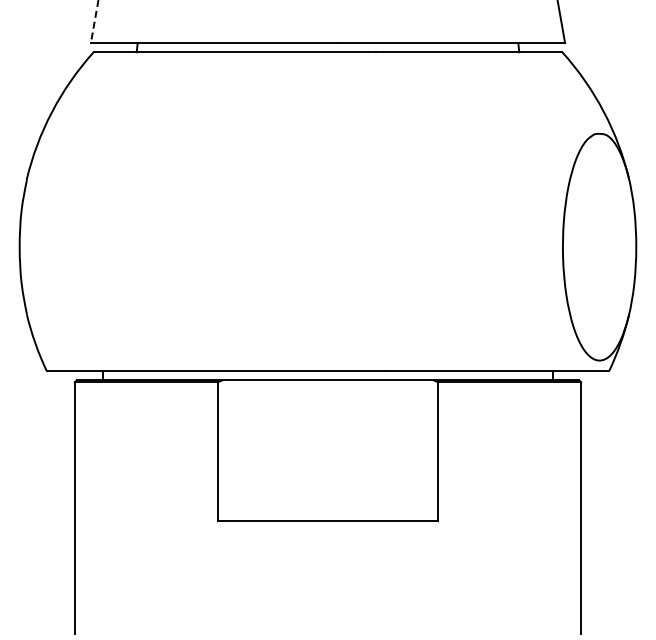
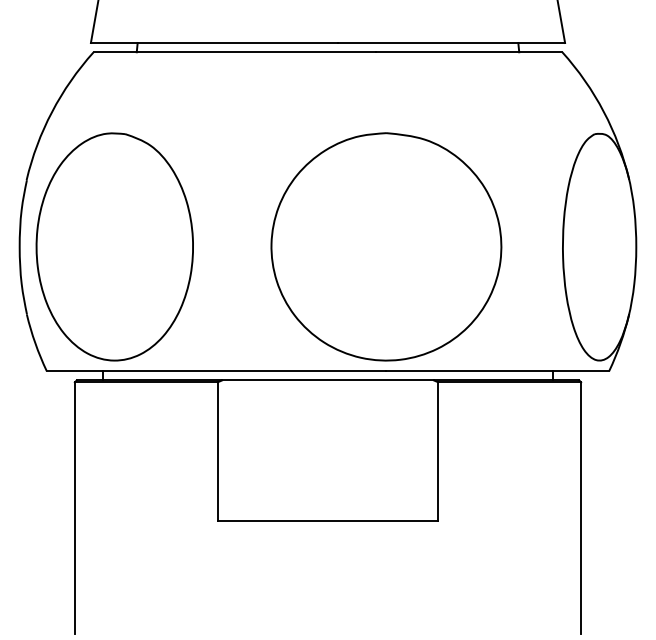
line at (94, 22): dashed -> solid
part at (114, 246): none -> present
part at (386, 246): none -> present
